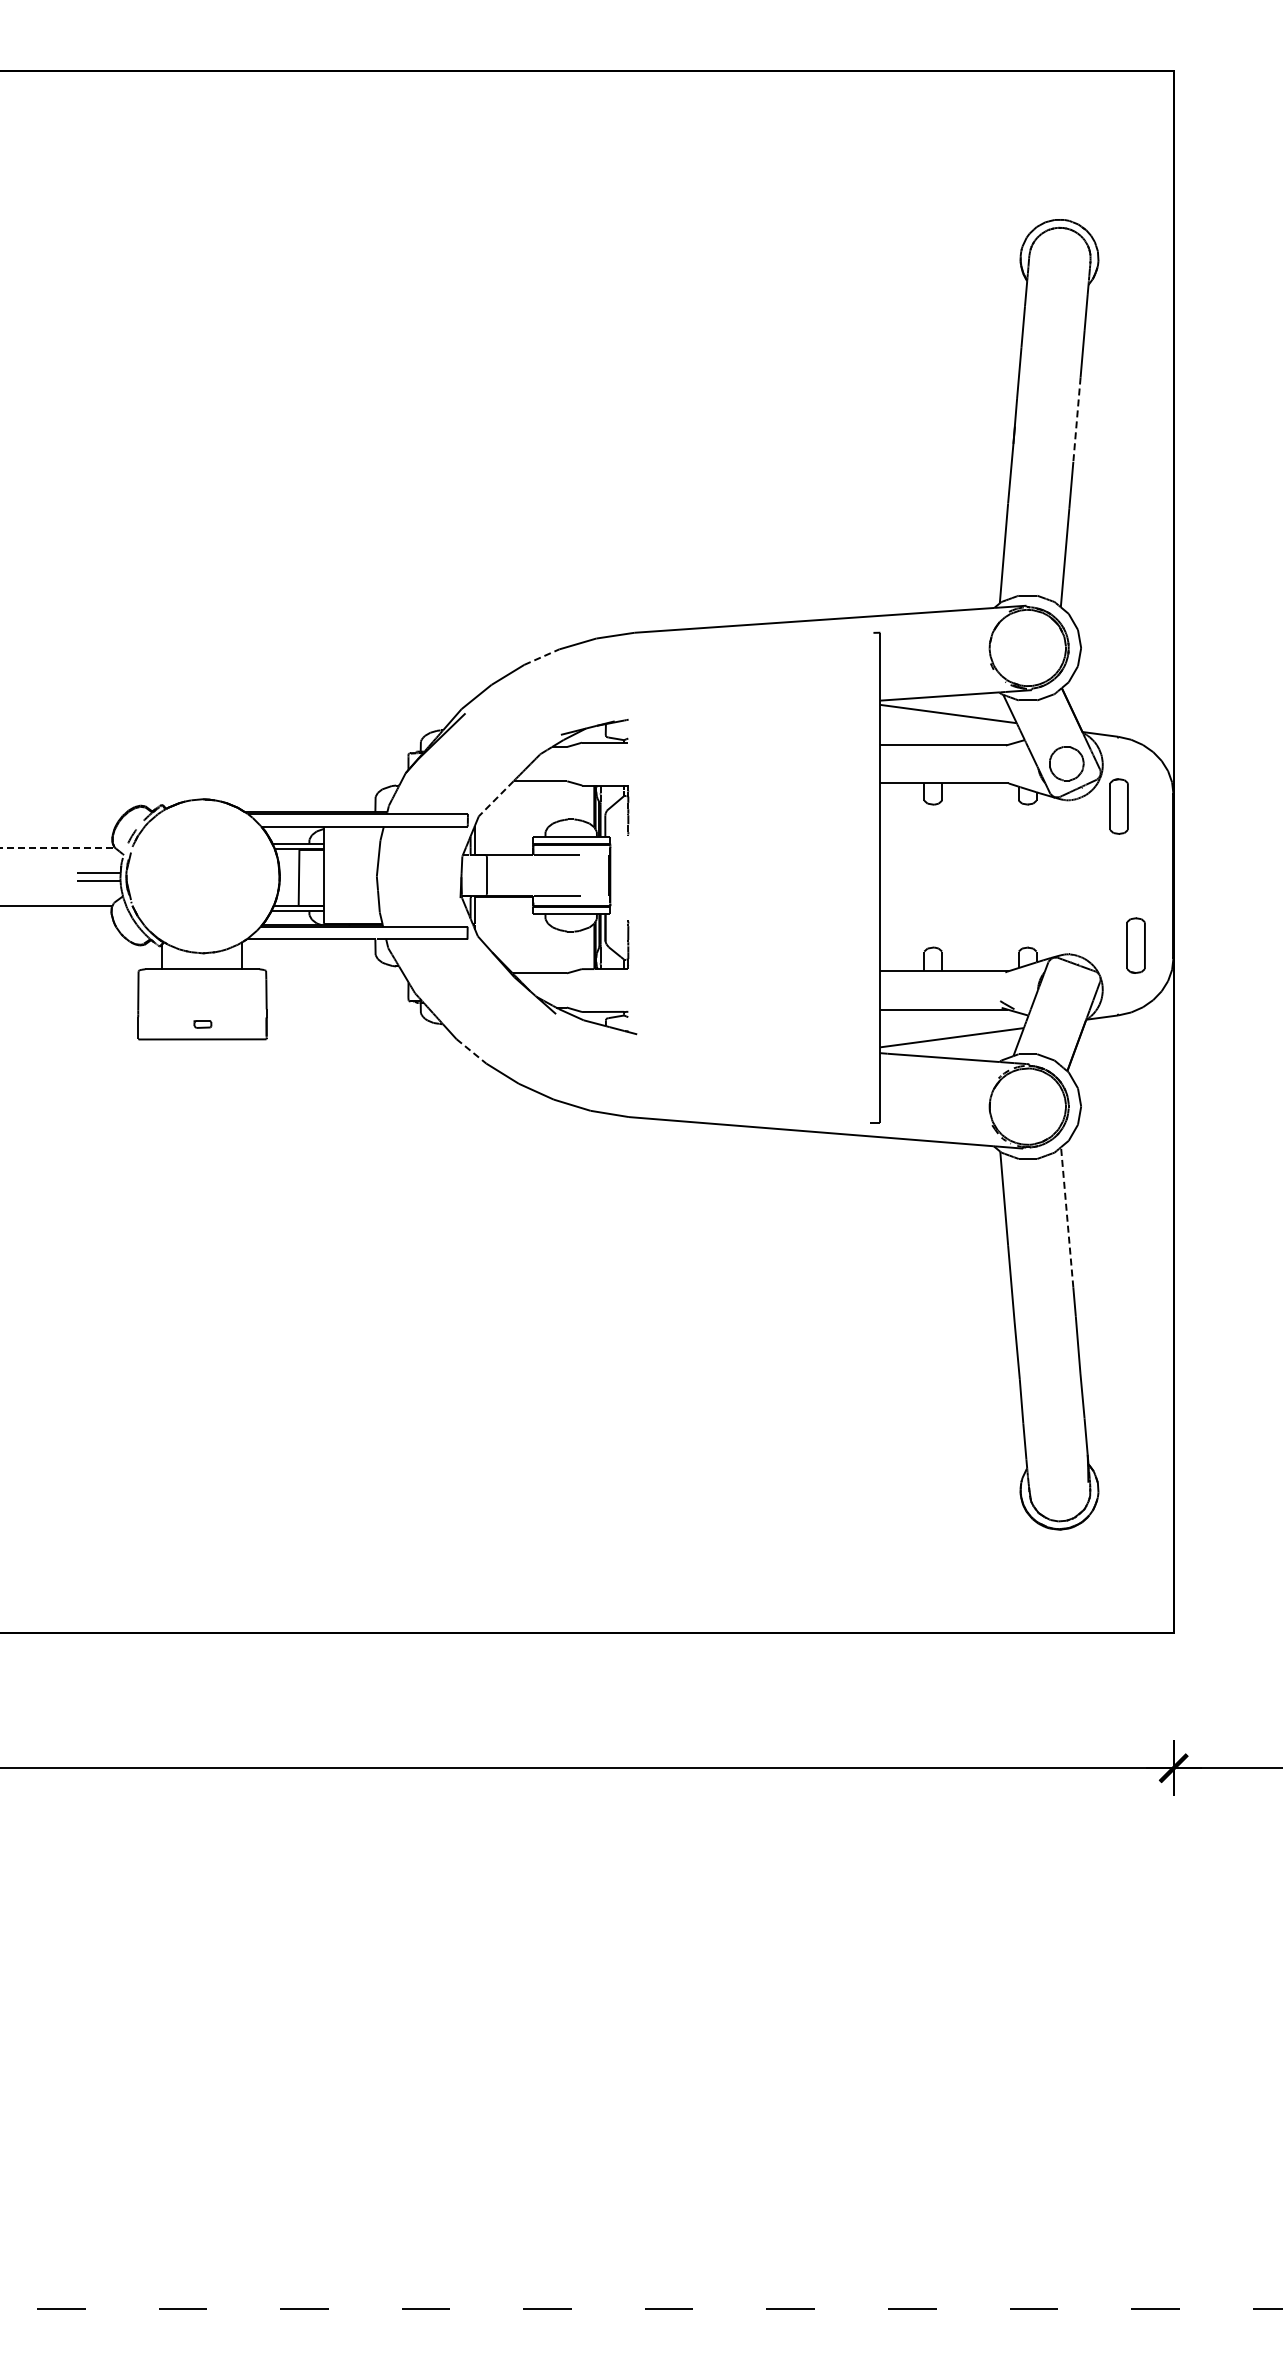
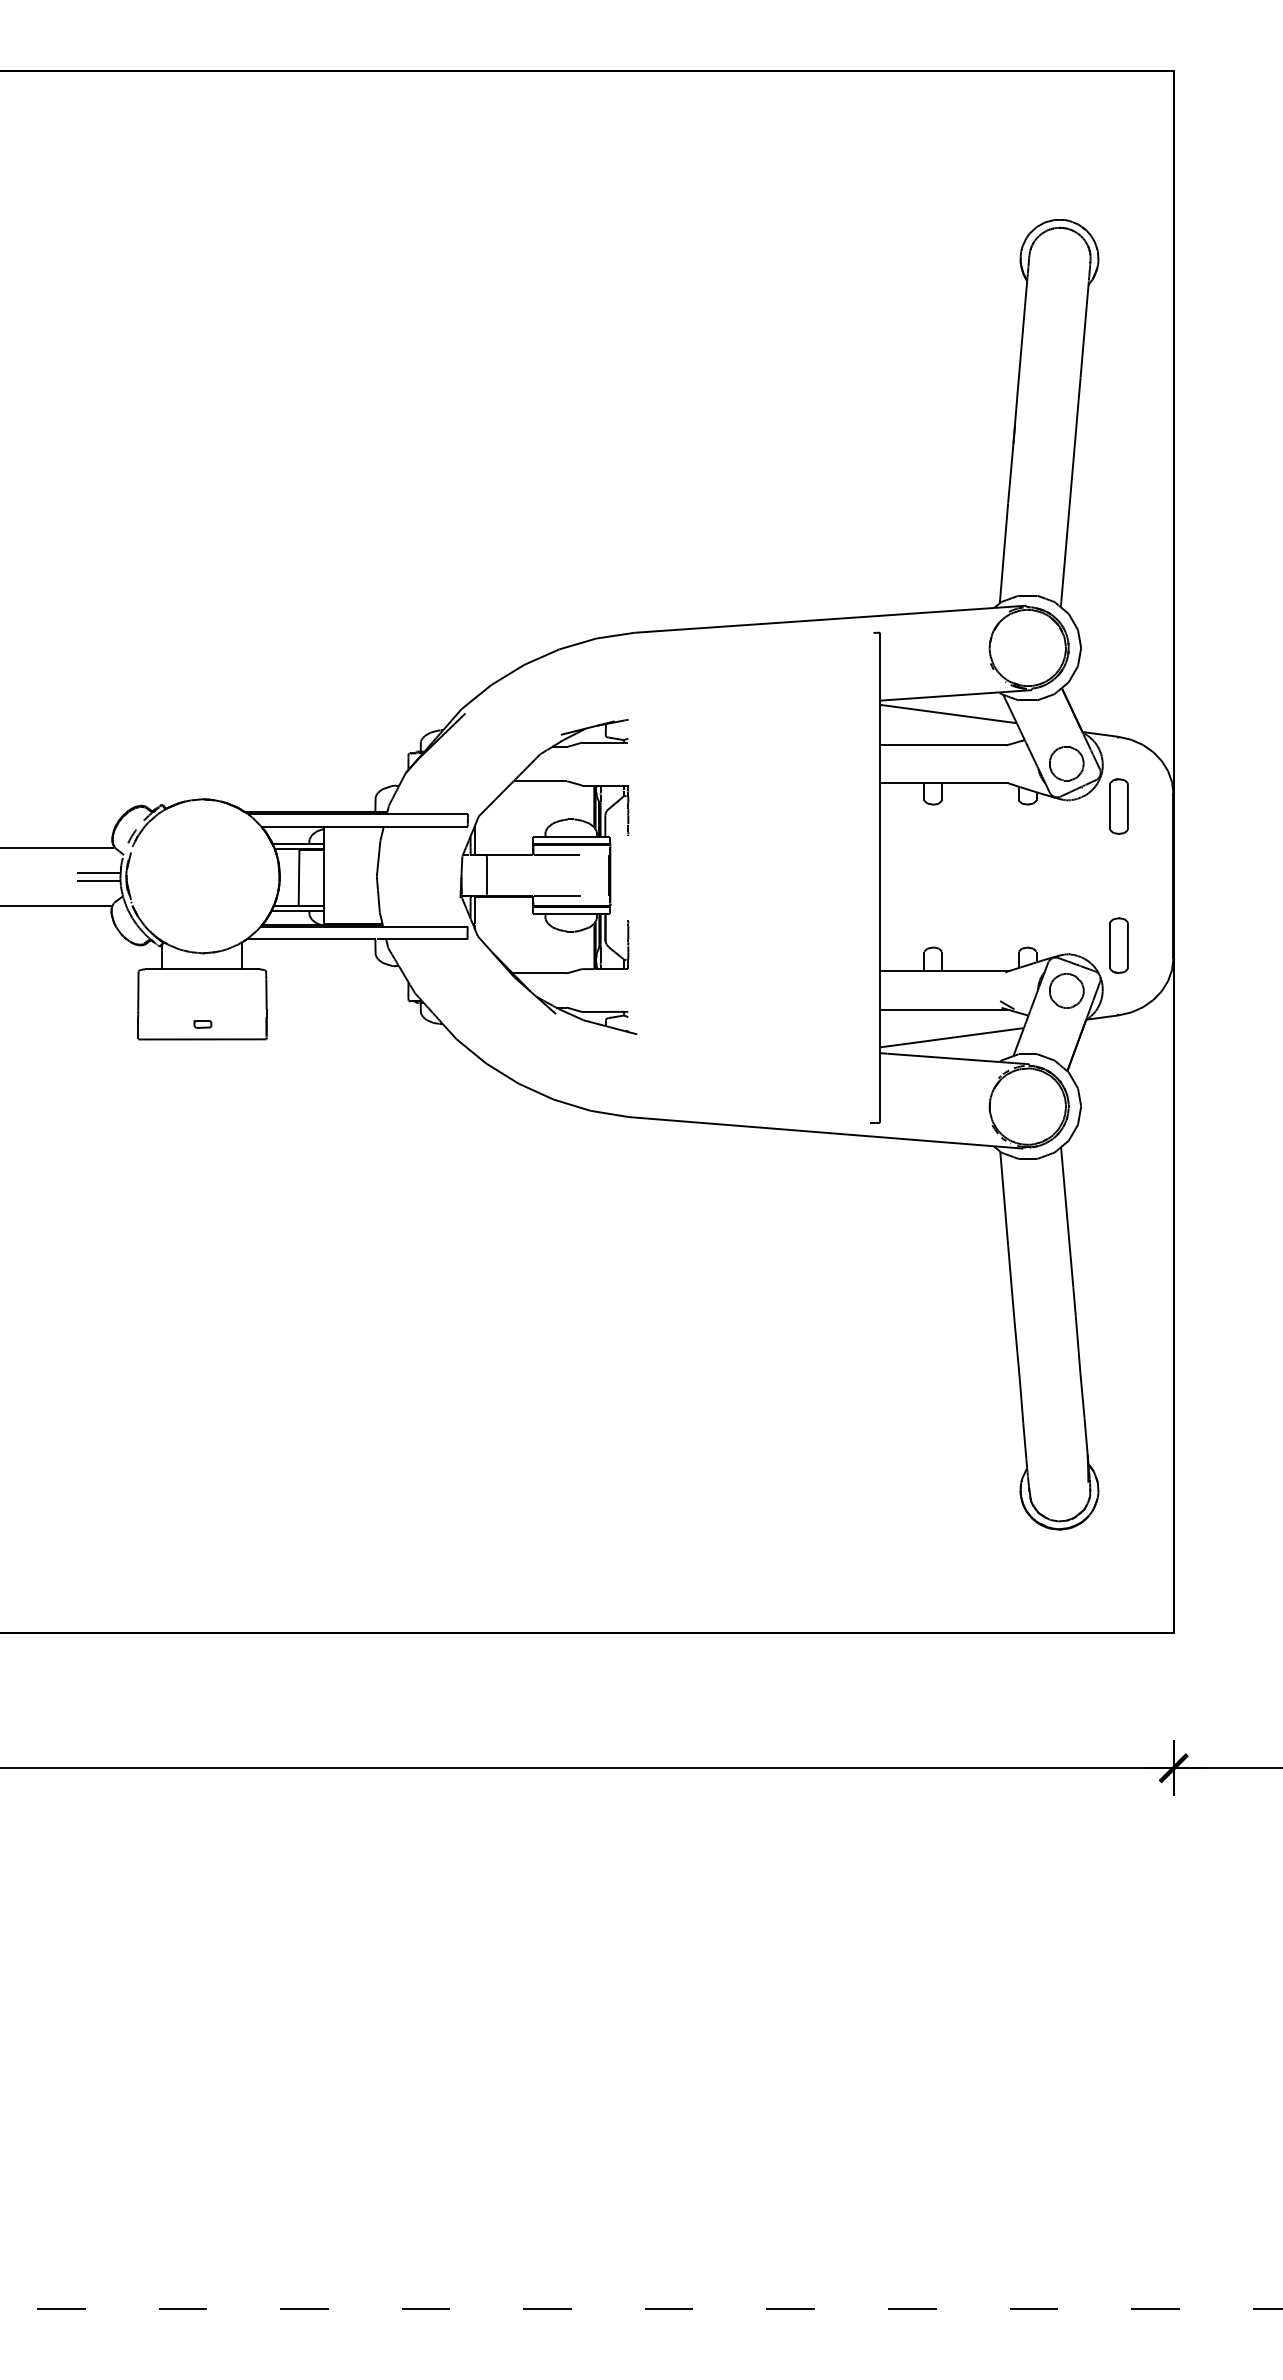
line at (1076, 420): dashed -> solid
line at (542, 656): dashed -> solid
line at (496, 798): dashed -> solid
line at (57, 847): dashed -> solid
part at (1135, 945) position: (1135, 945) -> (1118, 945)
part at (1066, 990): none -> present
line at (471, 1051): dashed -> solid
line at (1067, 1216): dashed -> solid
